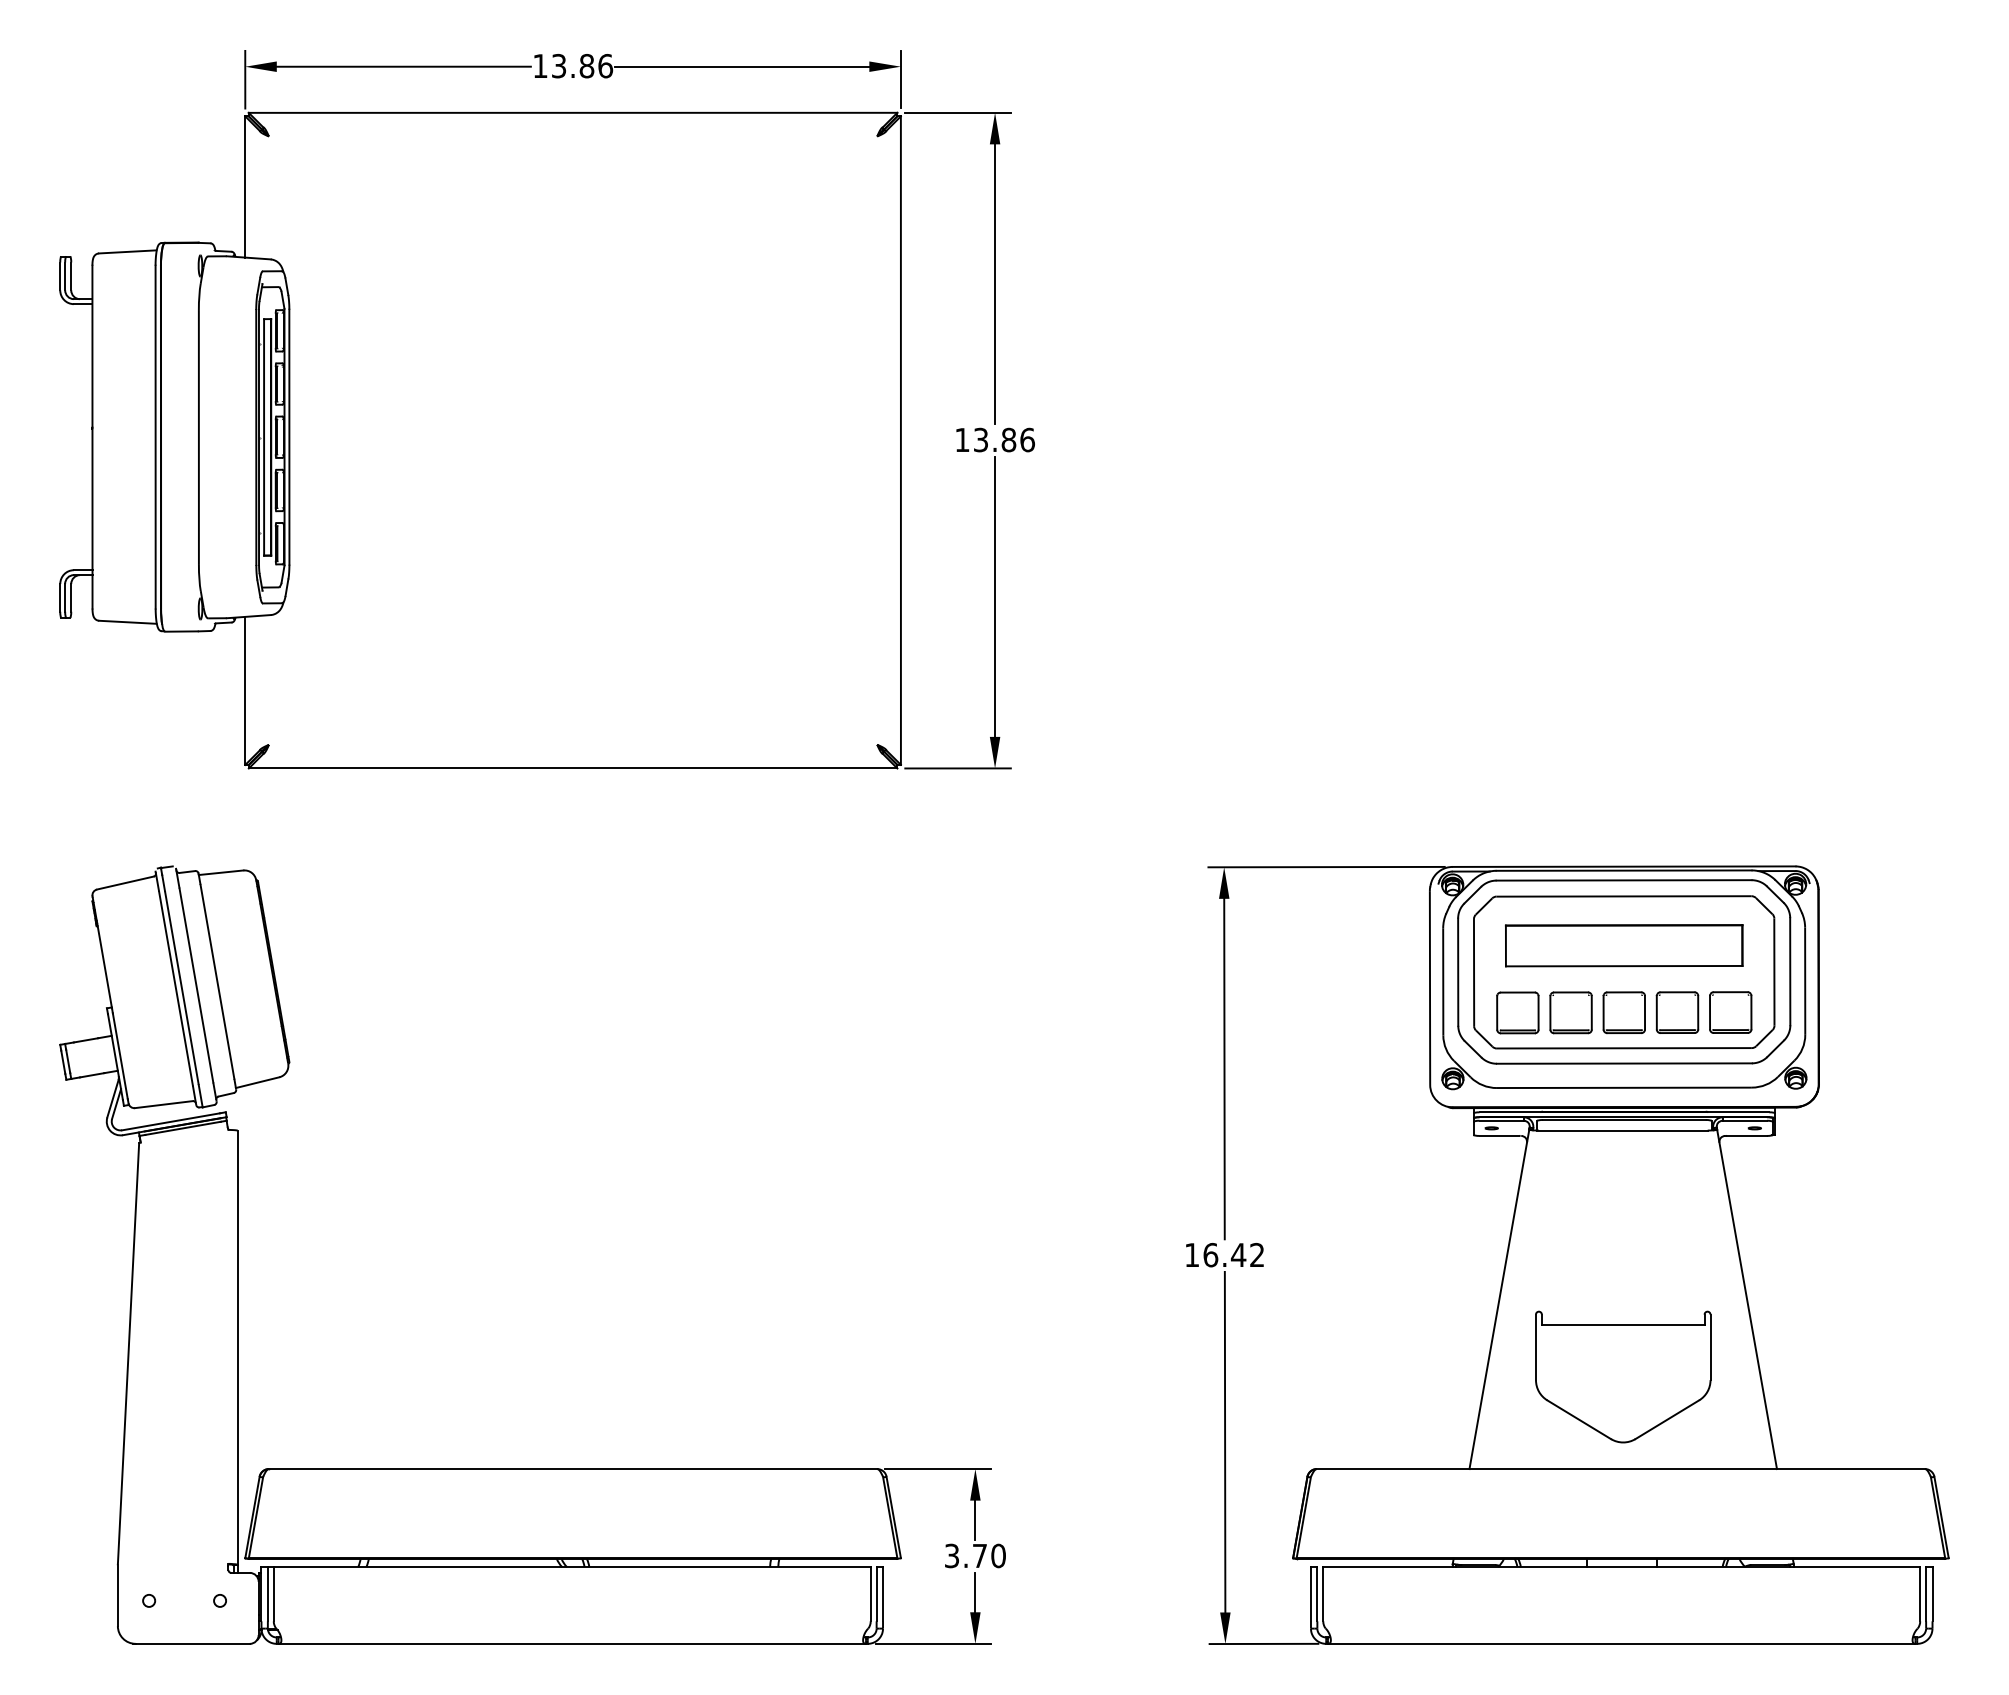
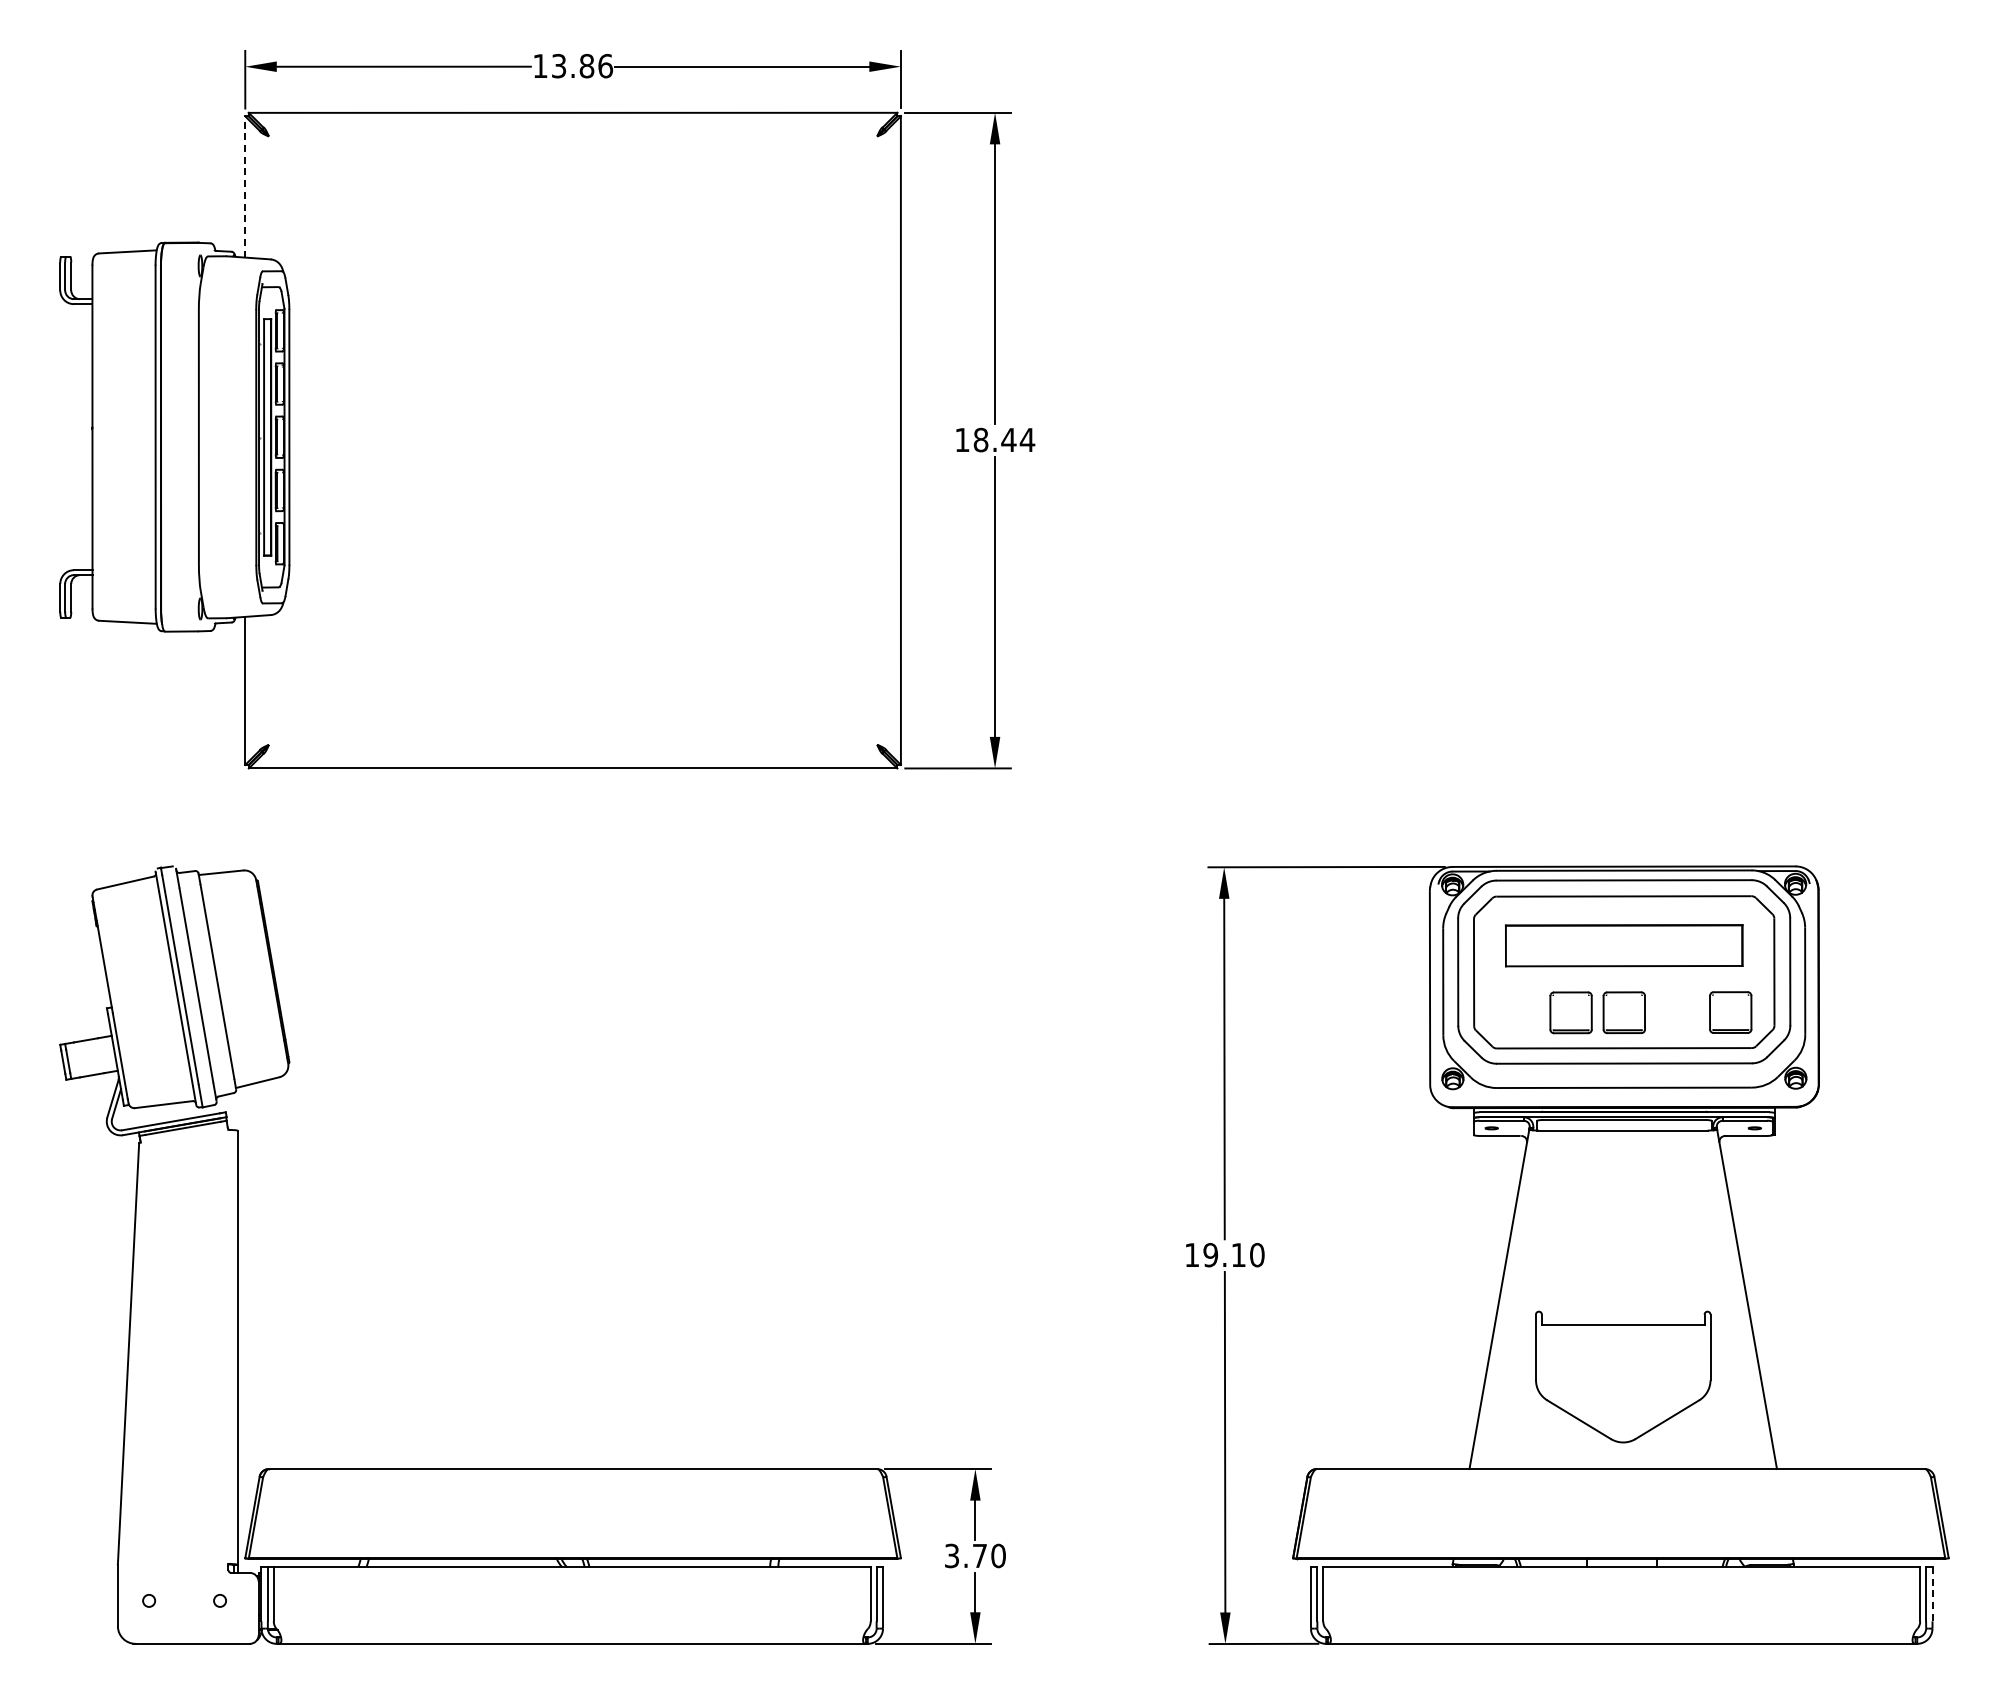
line at (245, 186): solid -> dashed
text at (1004, 439): 13.86 -> 18.44
part at (1517, 1012): present -> none
part at (1677, 1012): present -> none
text at (1233, 1254): 16.42 -> 19.10
line at (1932, 1594): solid -> dashed
